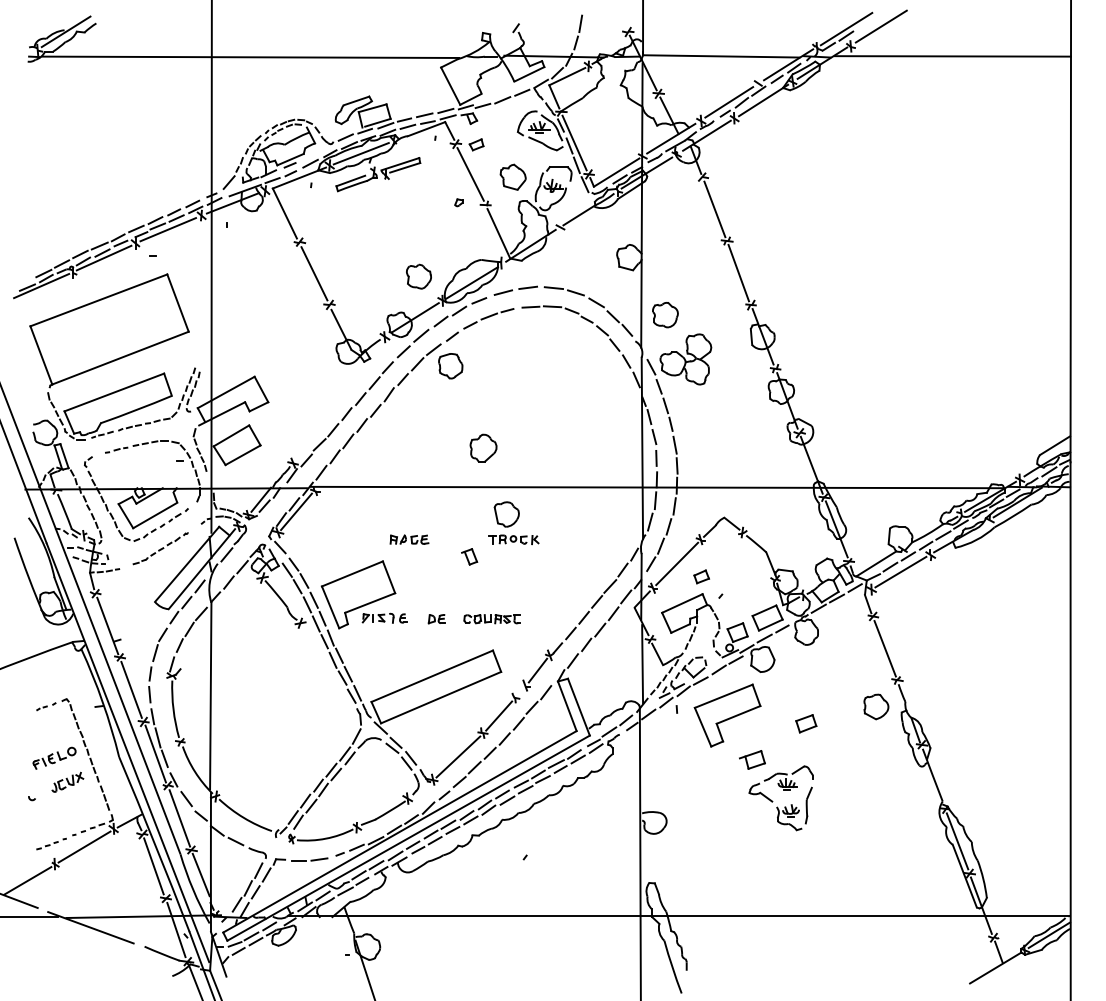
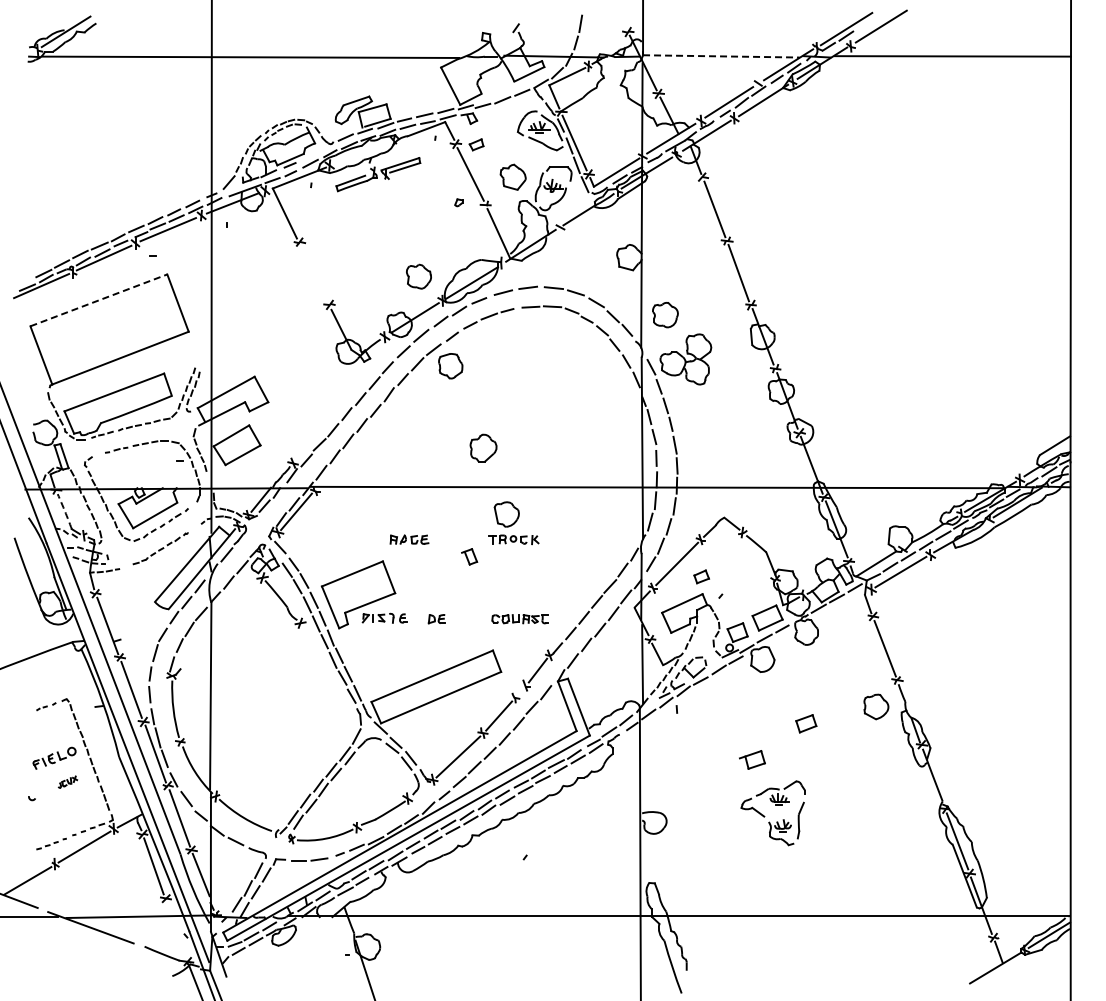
line at (721, 56): solid -> dashed
line at (360, 153): present -> none
line at (314, 273): present -> none
line at (99, 300): solid -> dashed
arc at (65, 511): solid -> dashed
part at (491, 619) position: (491, 619) -> (519, 619)
part at (727, 715): present -> none
part at (67, 781) size: 34x22 px -> 22x14 px
part at (773, 801) position: (773, 801) -> (765, 816)
line at (176, 929): present -> none
